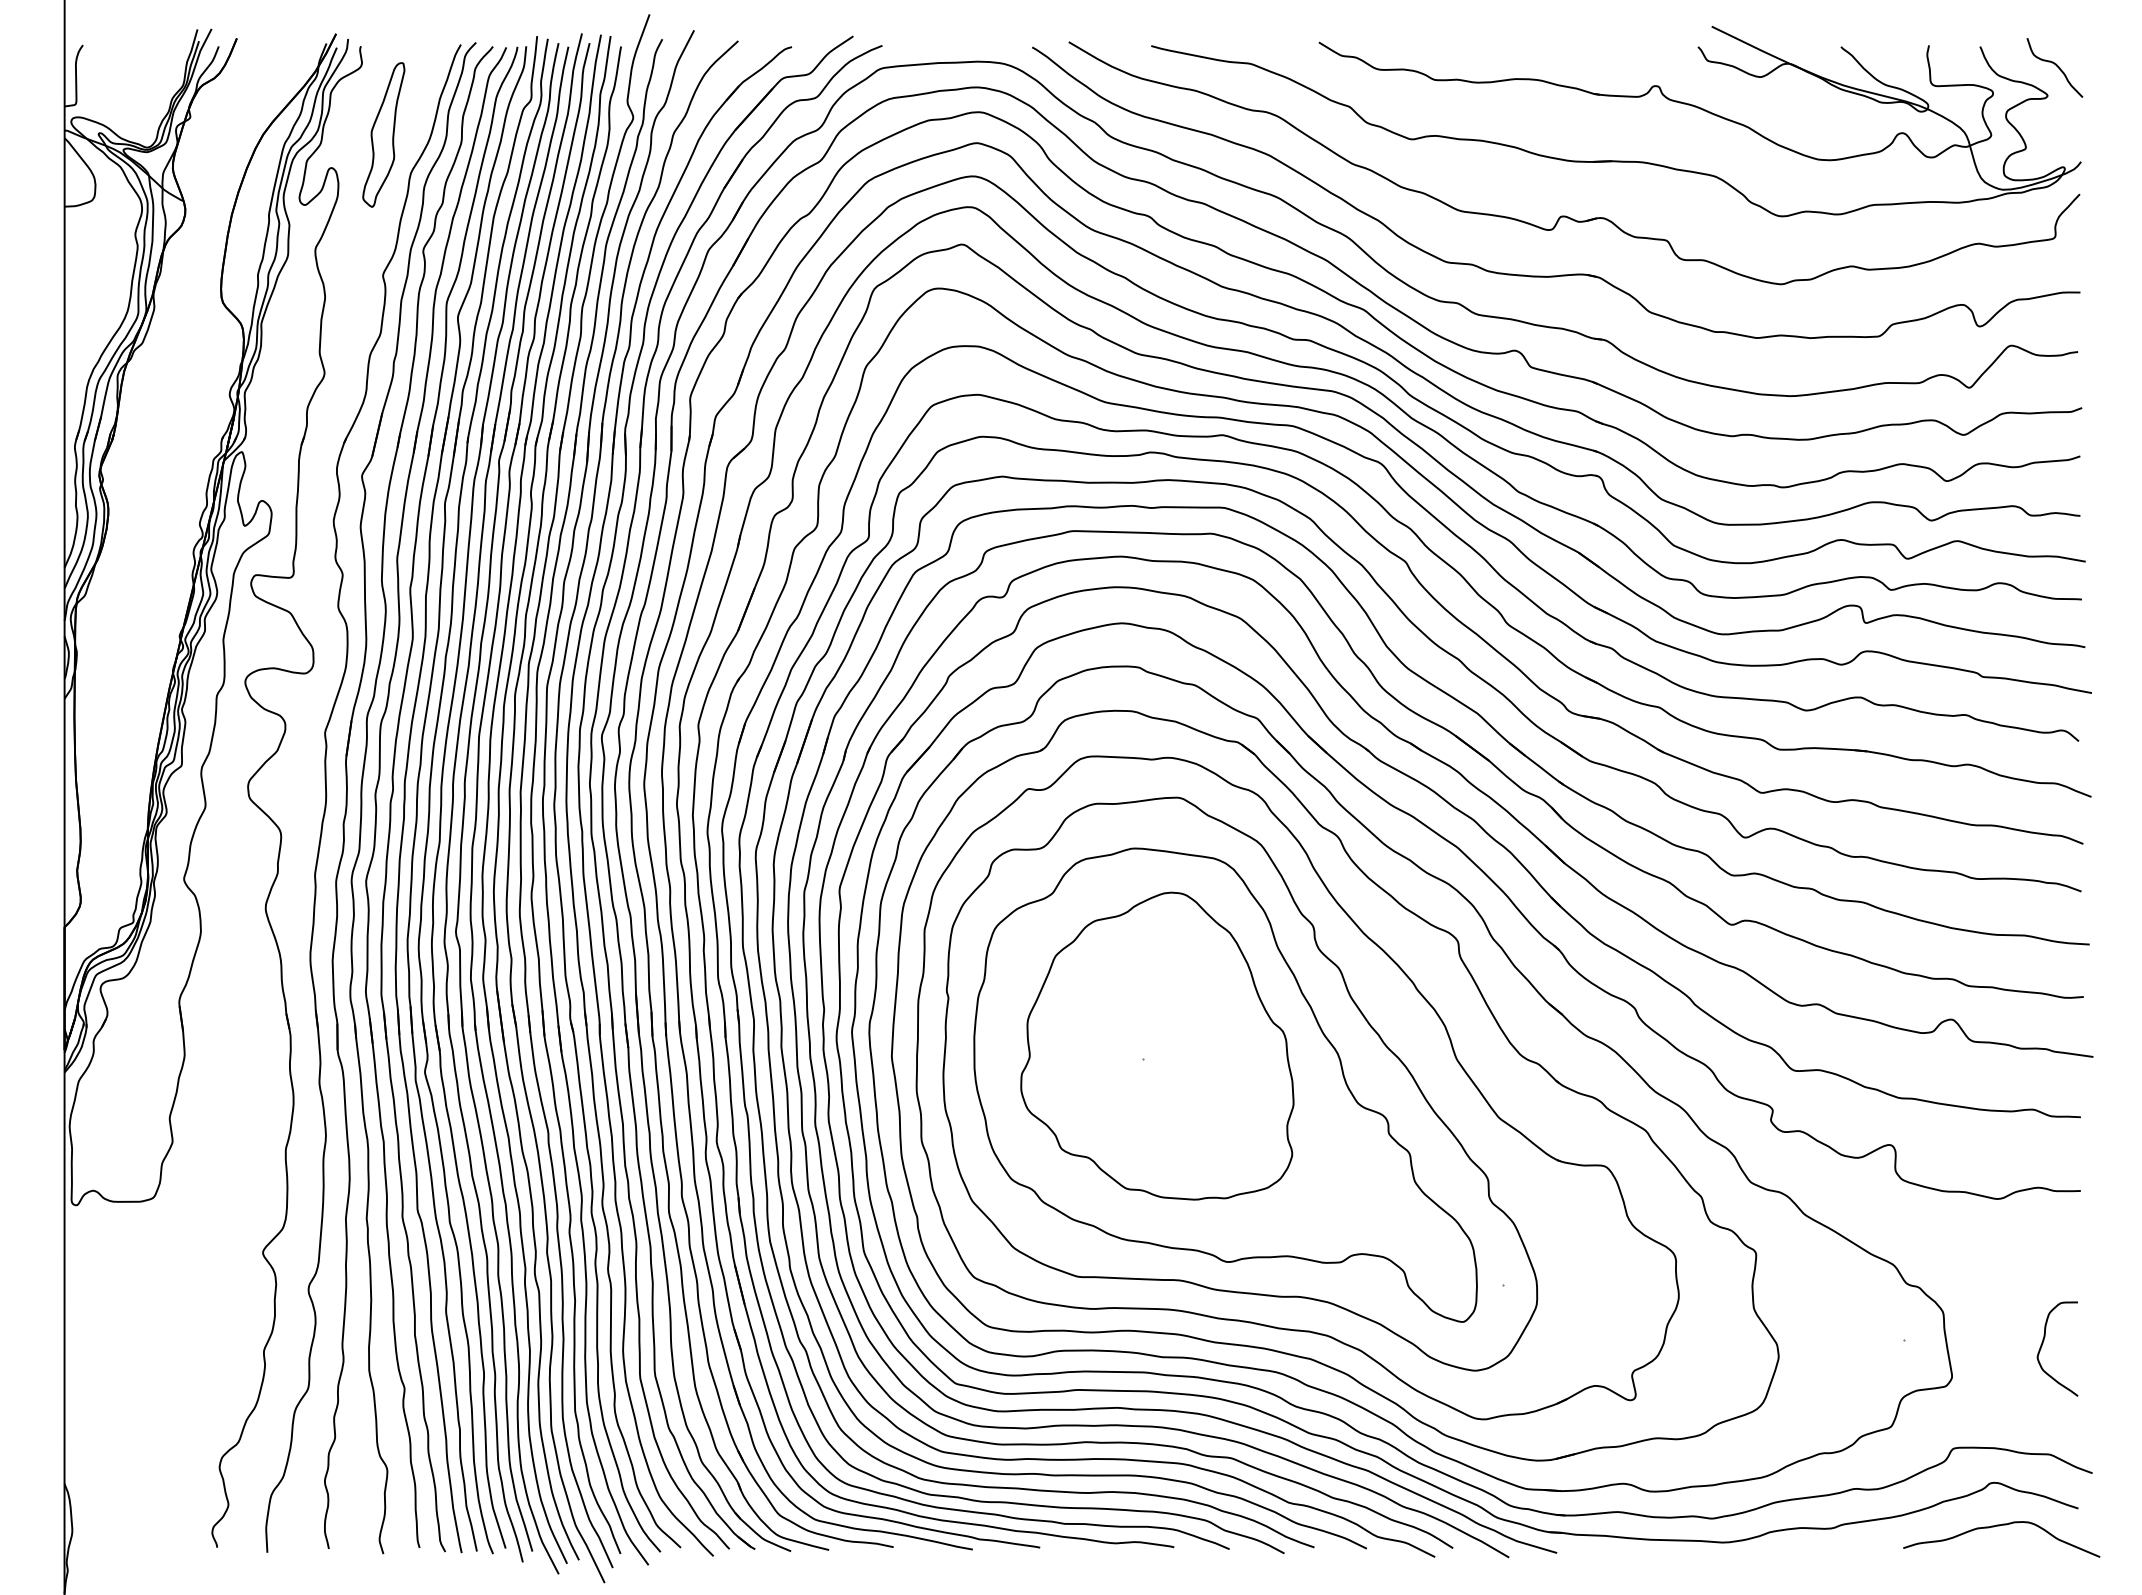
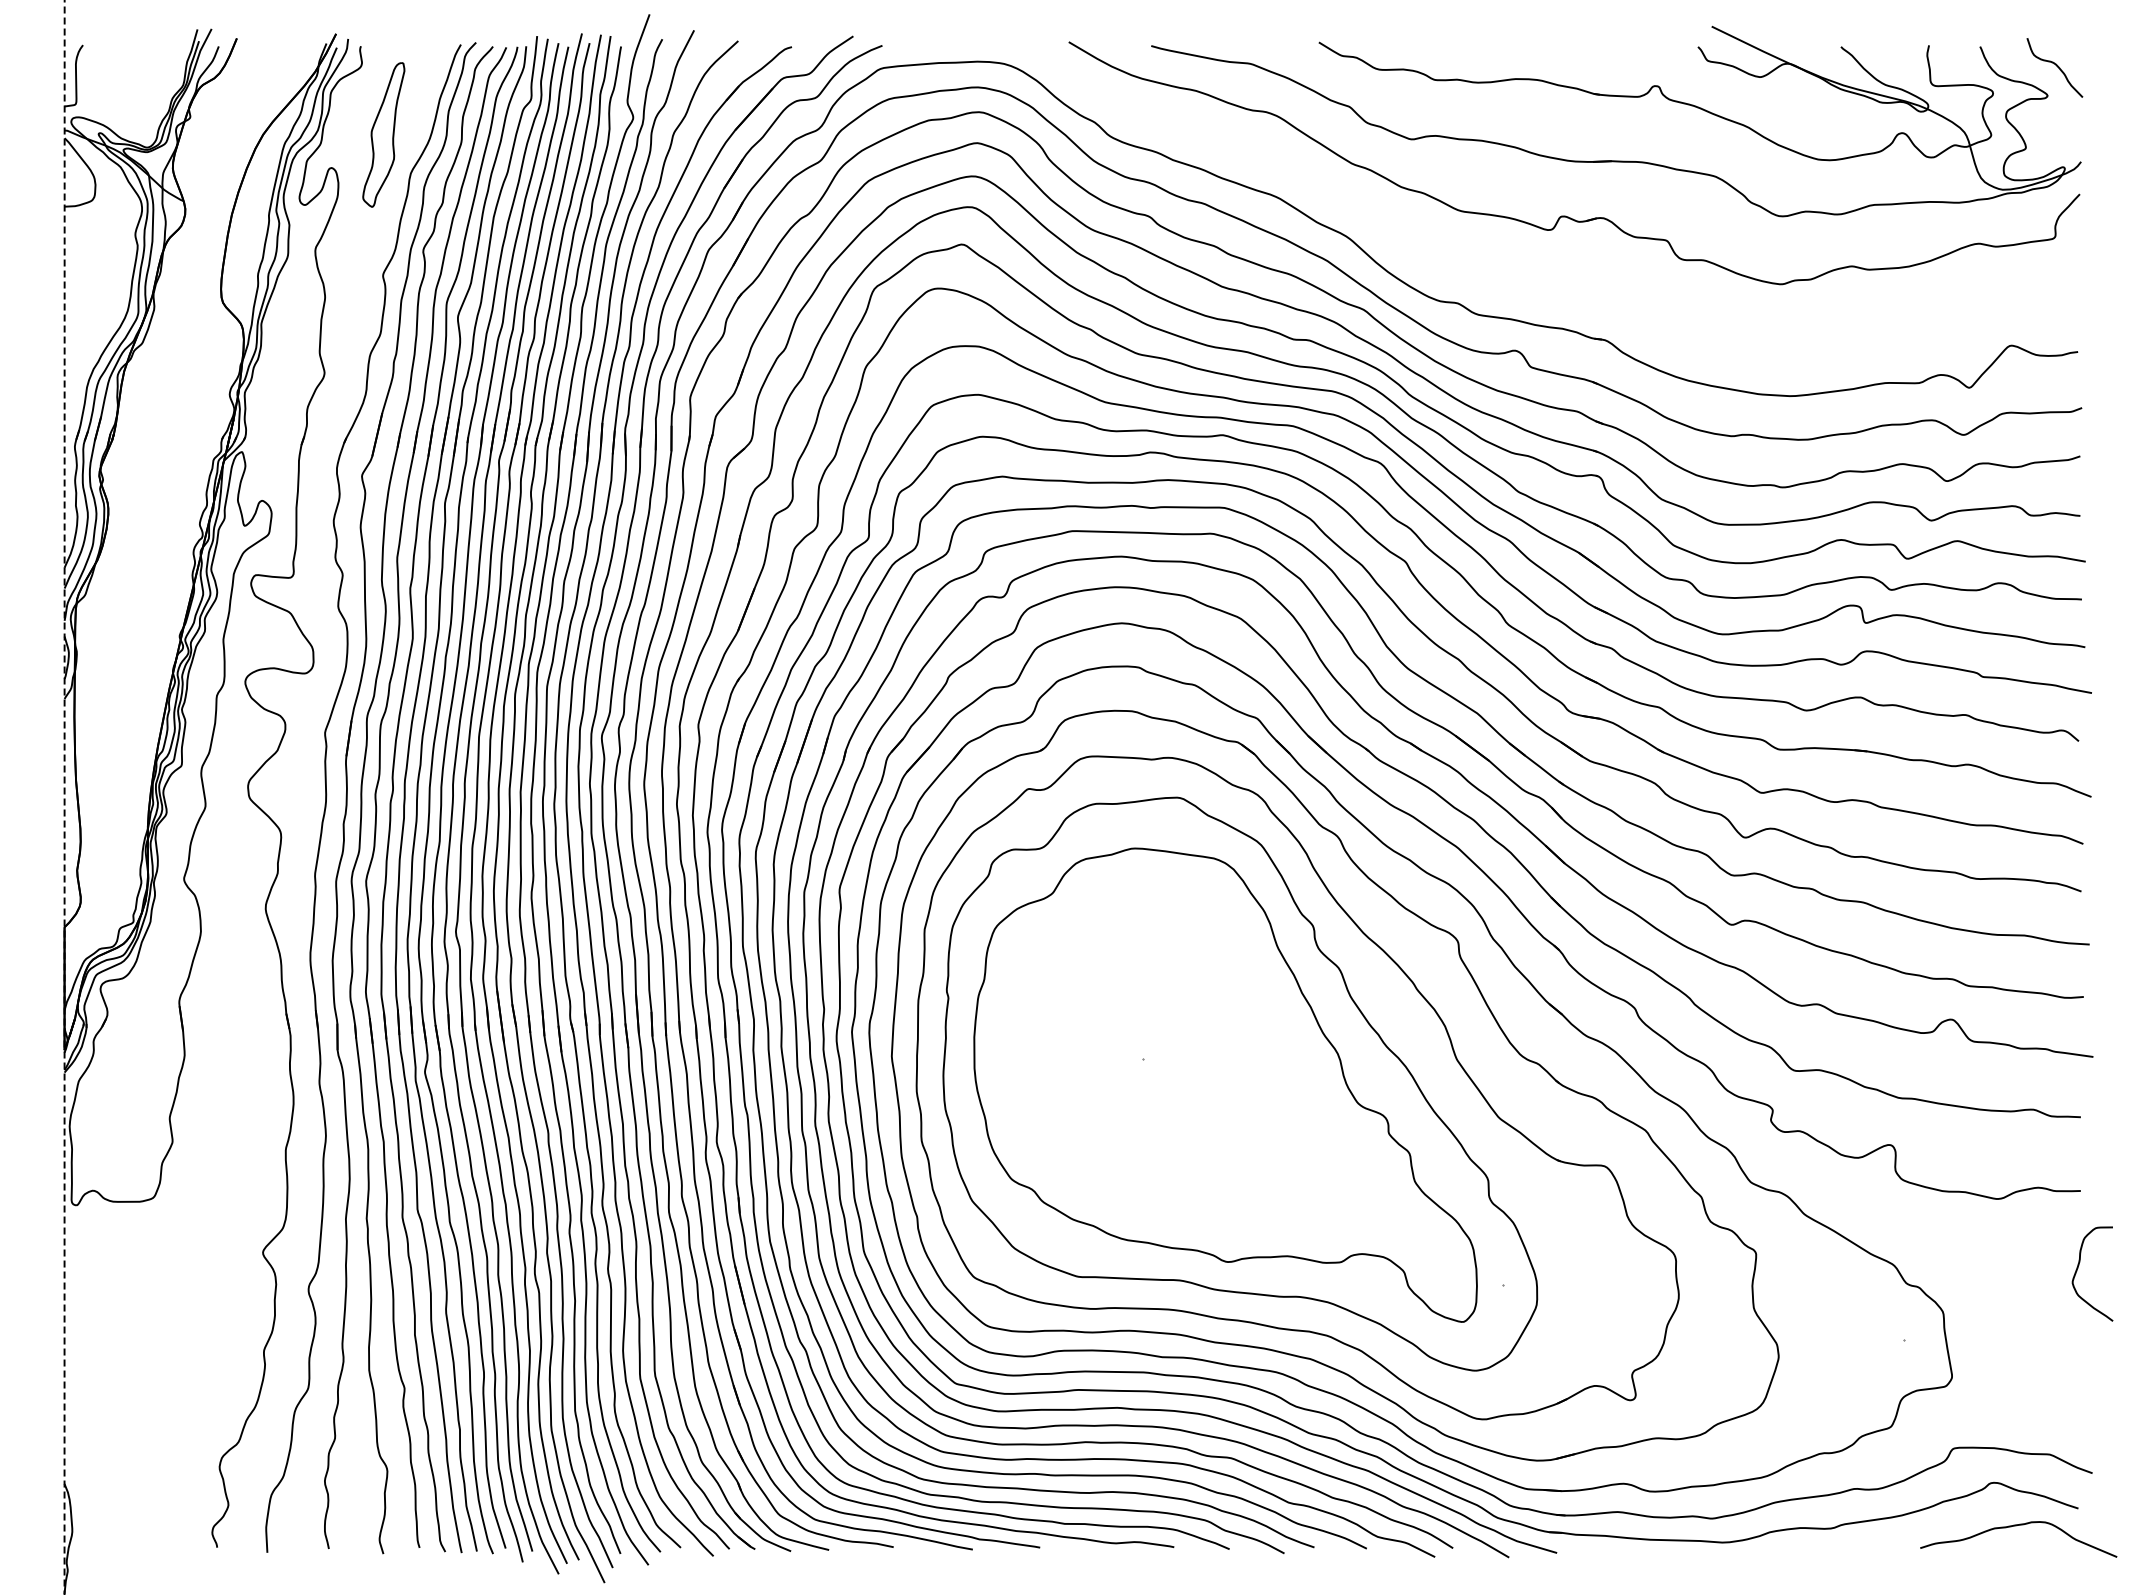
part at (1560, 274): present -> none
line at (64, 797): solid -> dashed
part at (1157, 1045): present -> none
curve at (2043, 1343) position: (2043, 1343) -> (2078, 1268)
curve at (1999, 1526) position: (1999, 1526) -> (2016, 1526)
